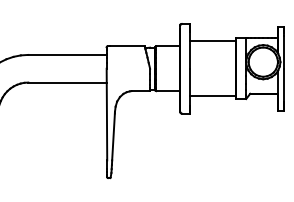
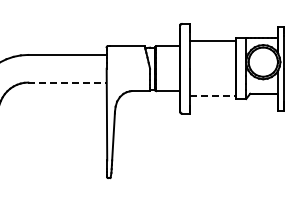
line at (68, 82): solid -> dashed
line at (213, 96): solid -> dashed
